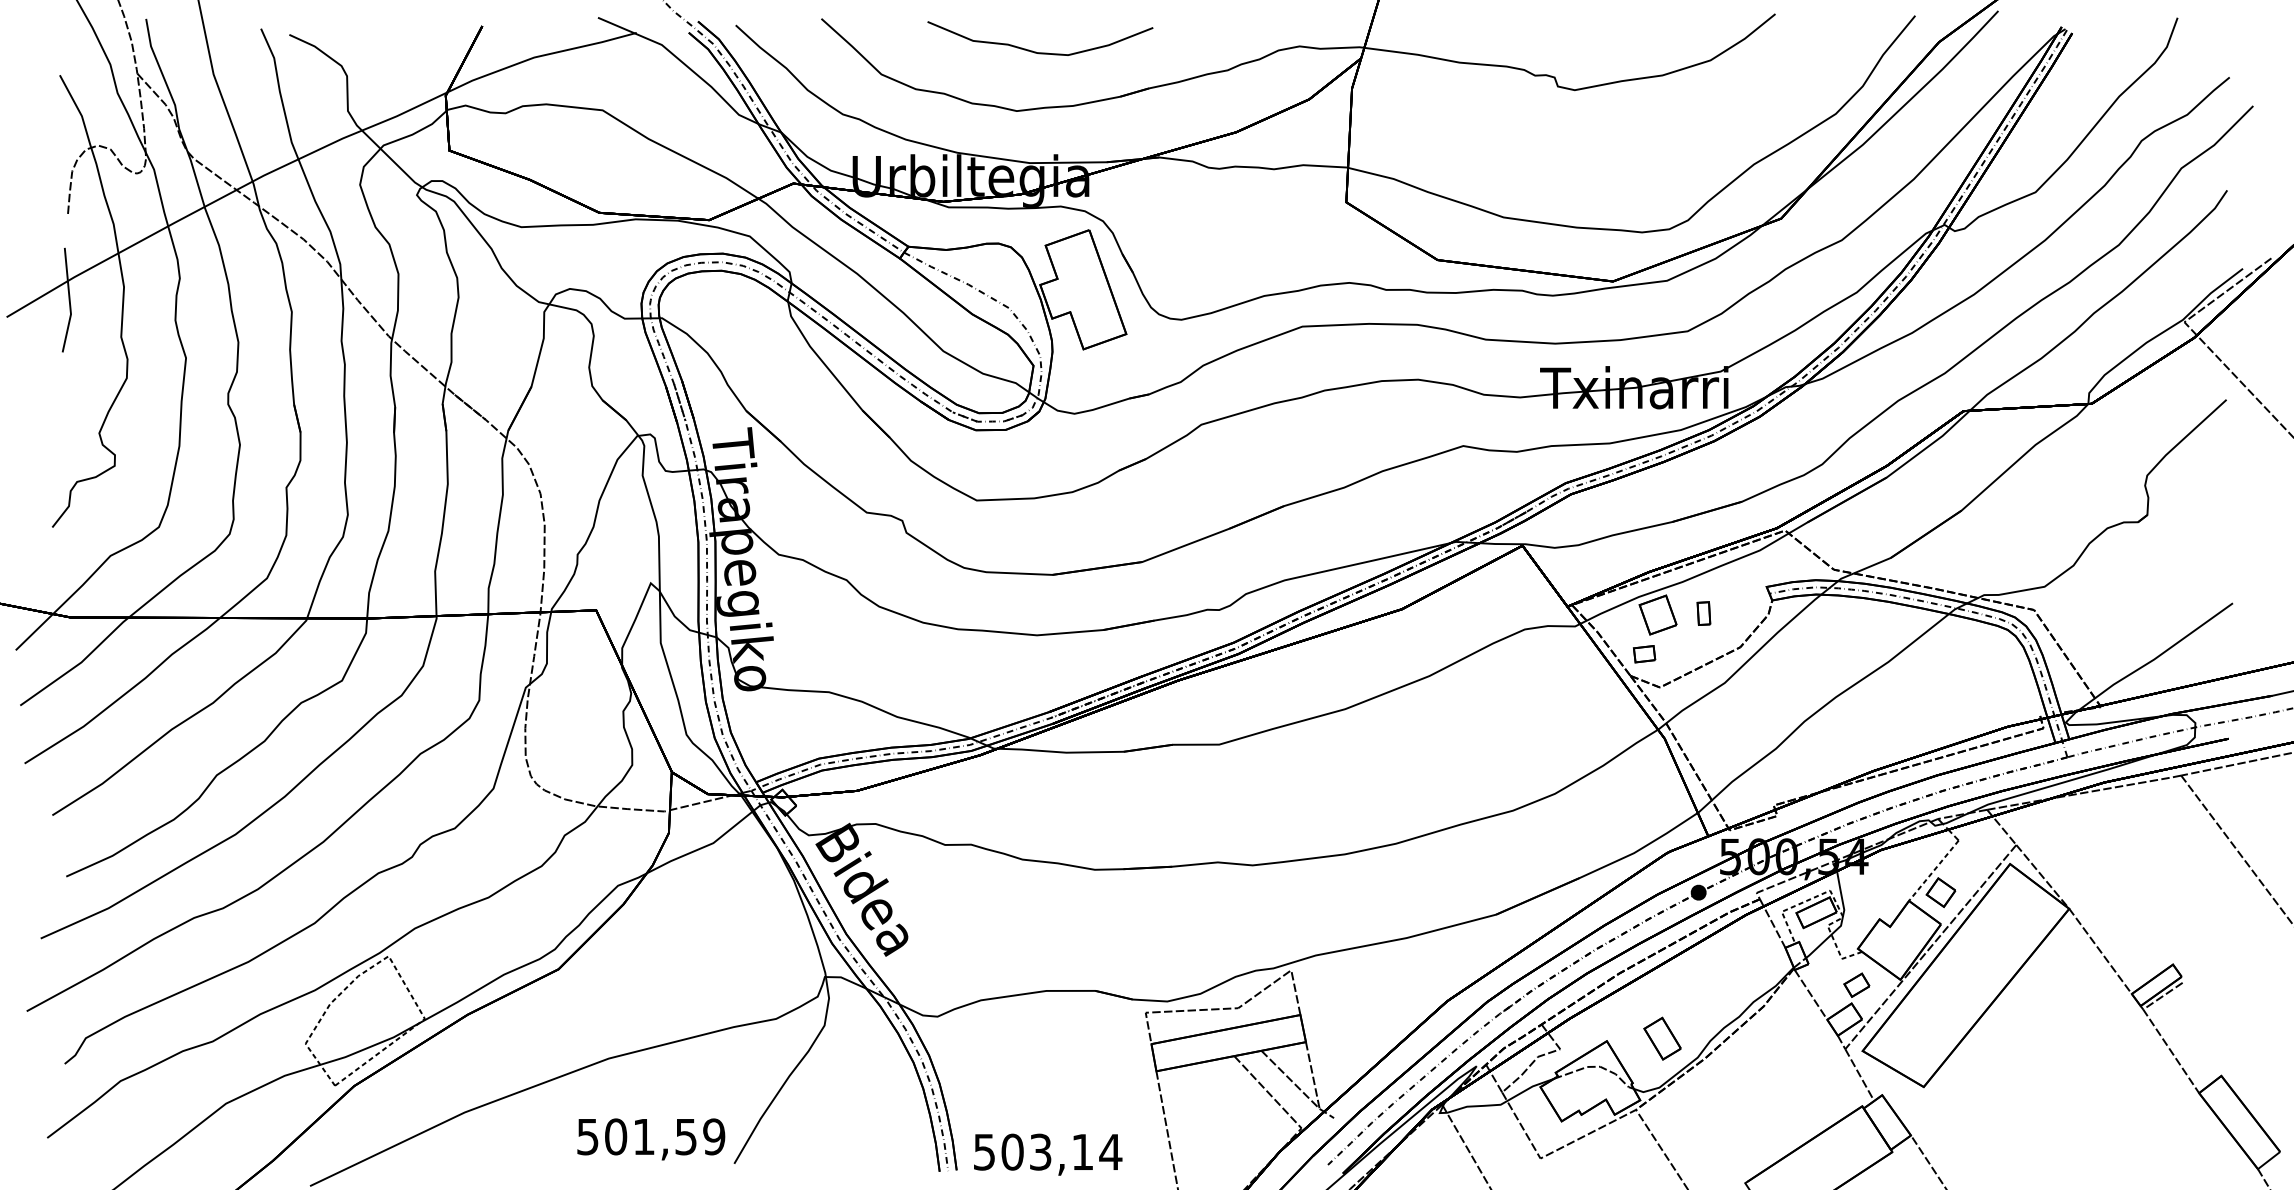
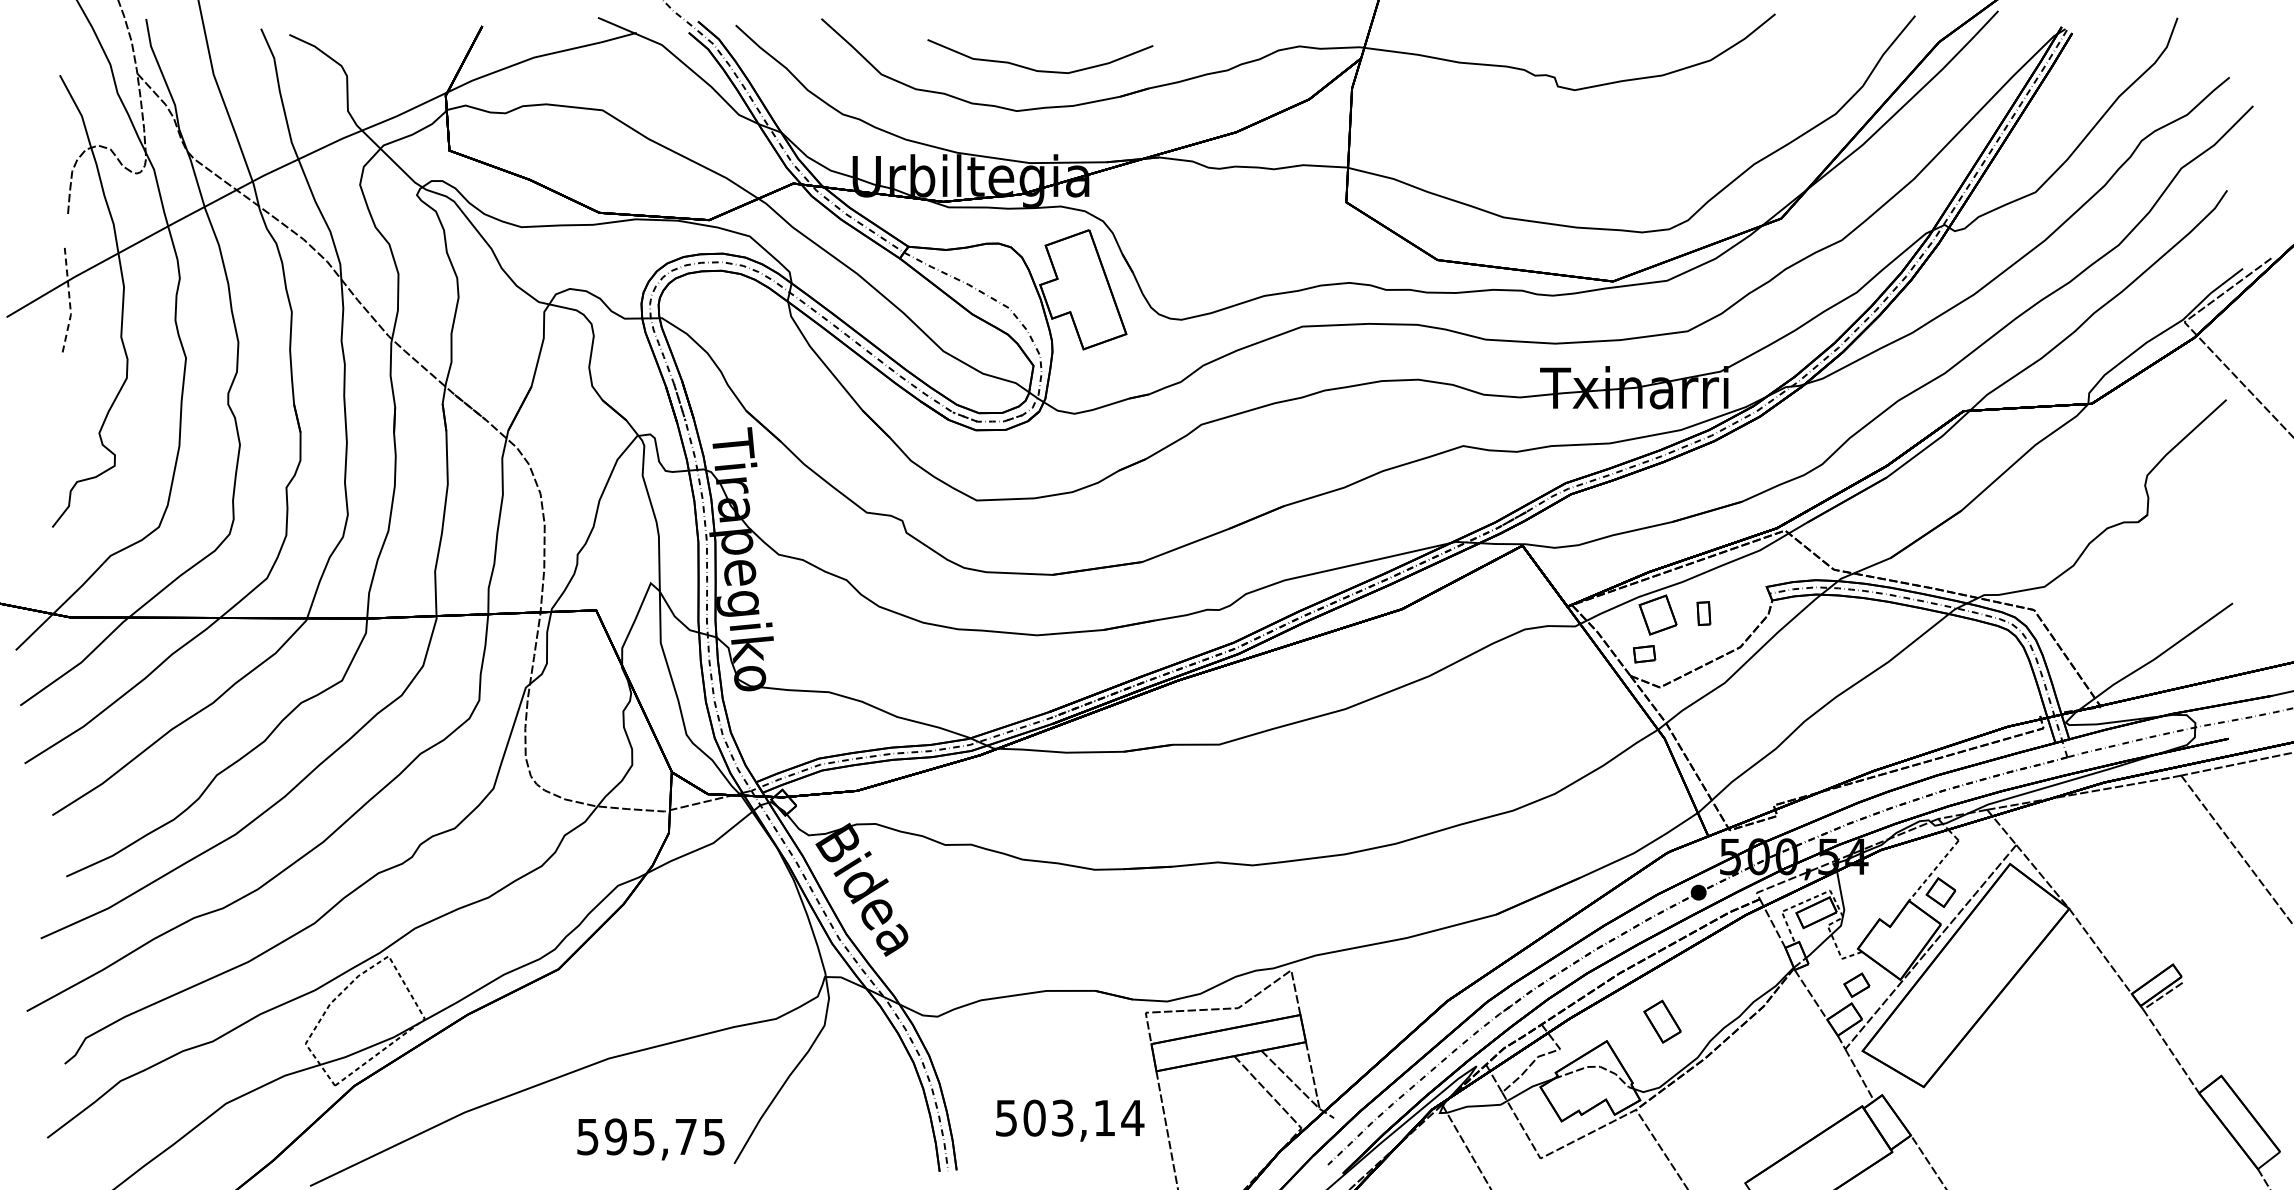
curve at (1036, 51) position: (1036, 51) -> (1036, 69)
line at (69, 301): solid -> dashed
part at (1662, 1038) position: (1662, 1038) -> (1662, 1021)
text at (664, 1136): 501,59 -> 595,75
text at (1048, 1154) position: (1048, 1154) -> (1070, 1120)
